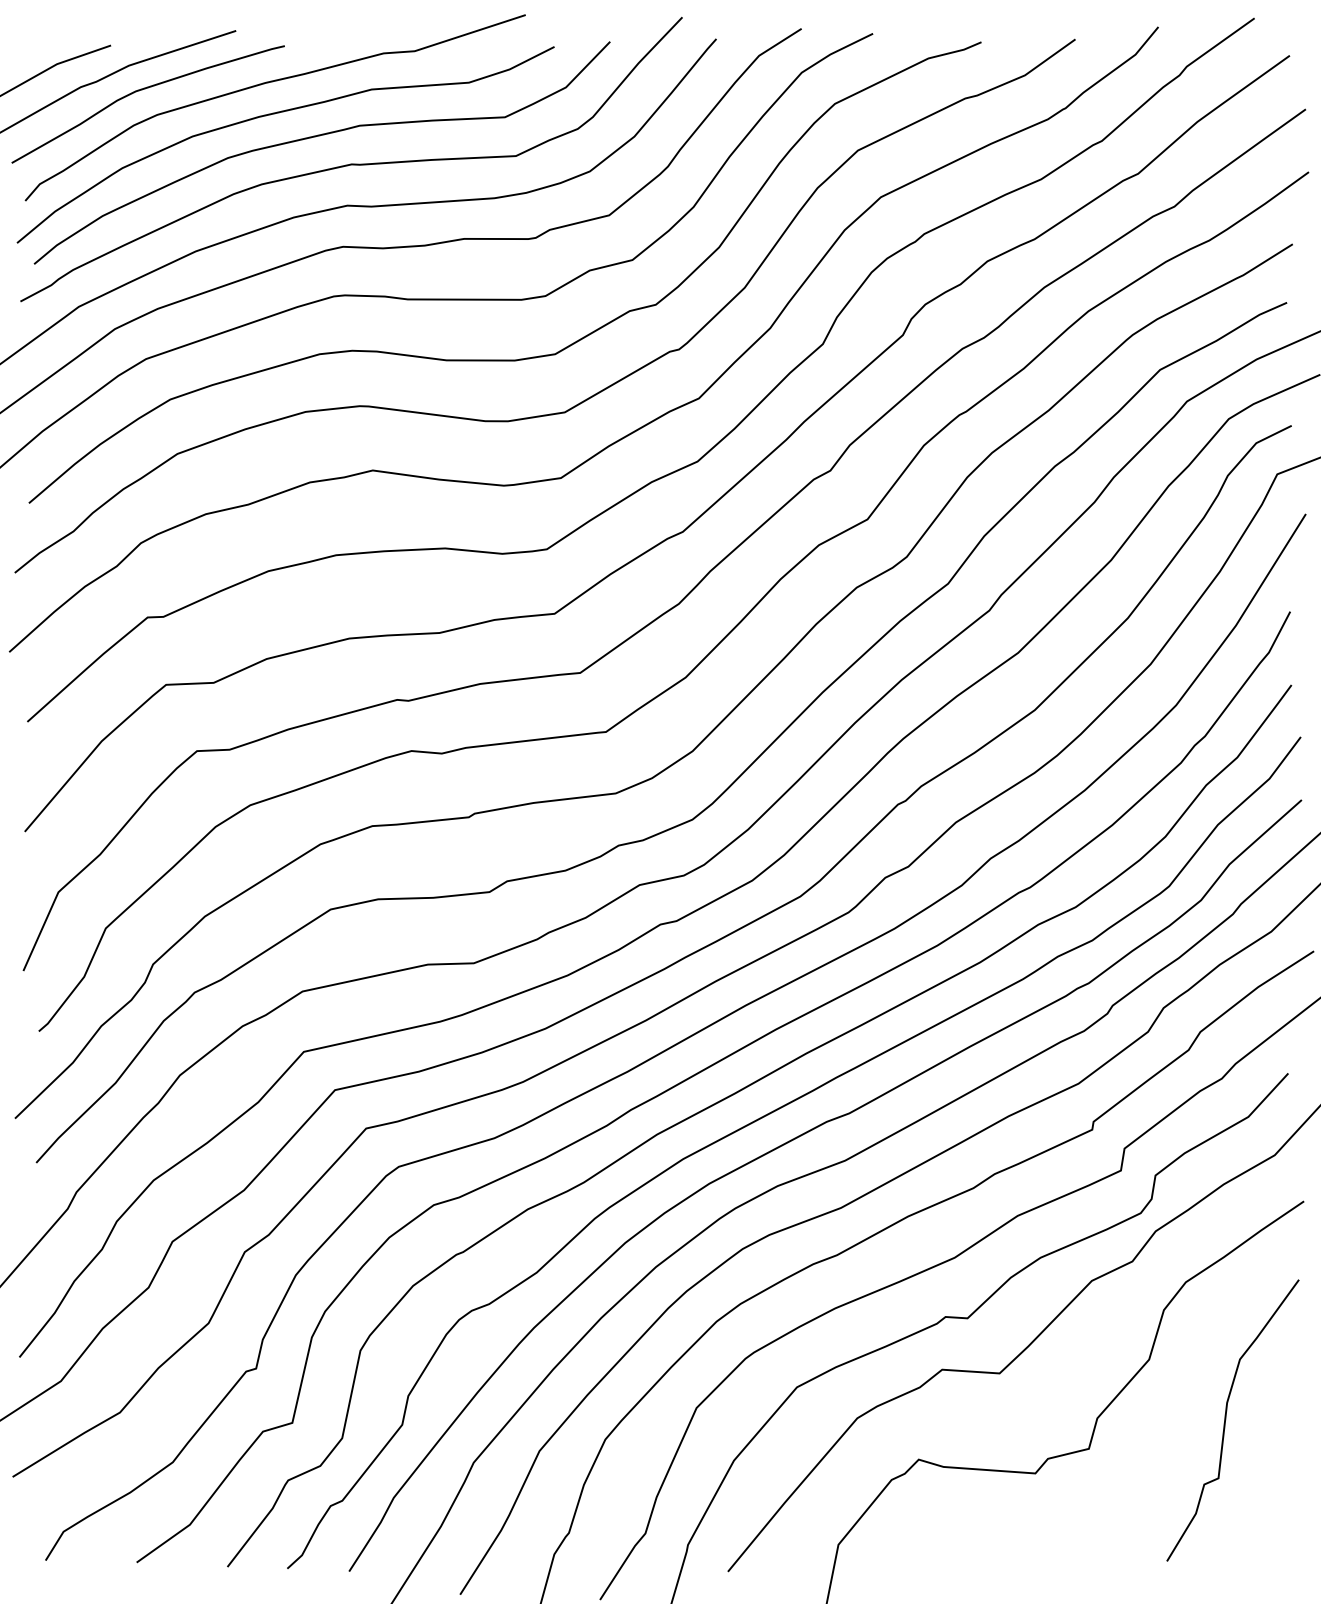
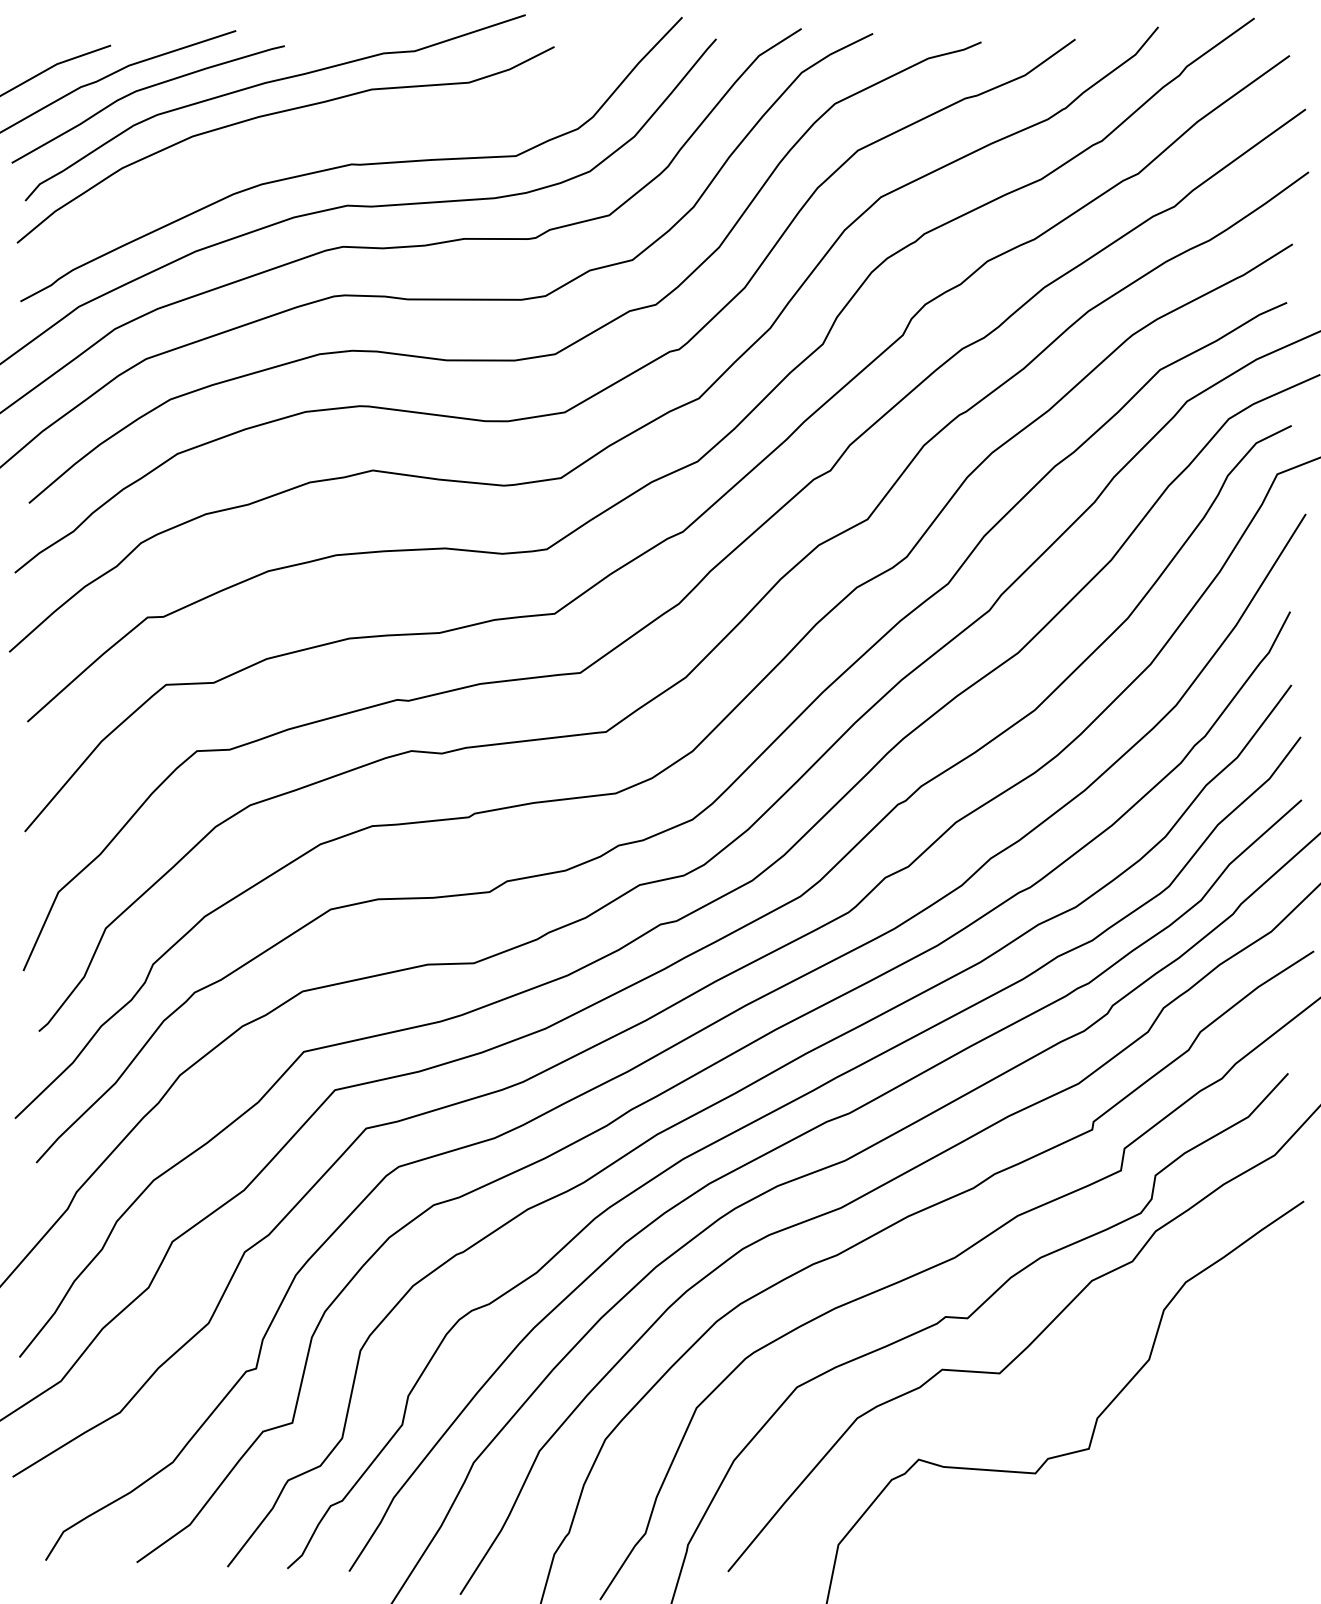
curve at (320, 136): present -> none
curve at (1226, 1419): present -> none
